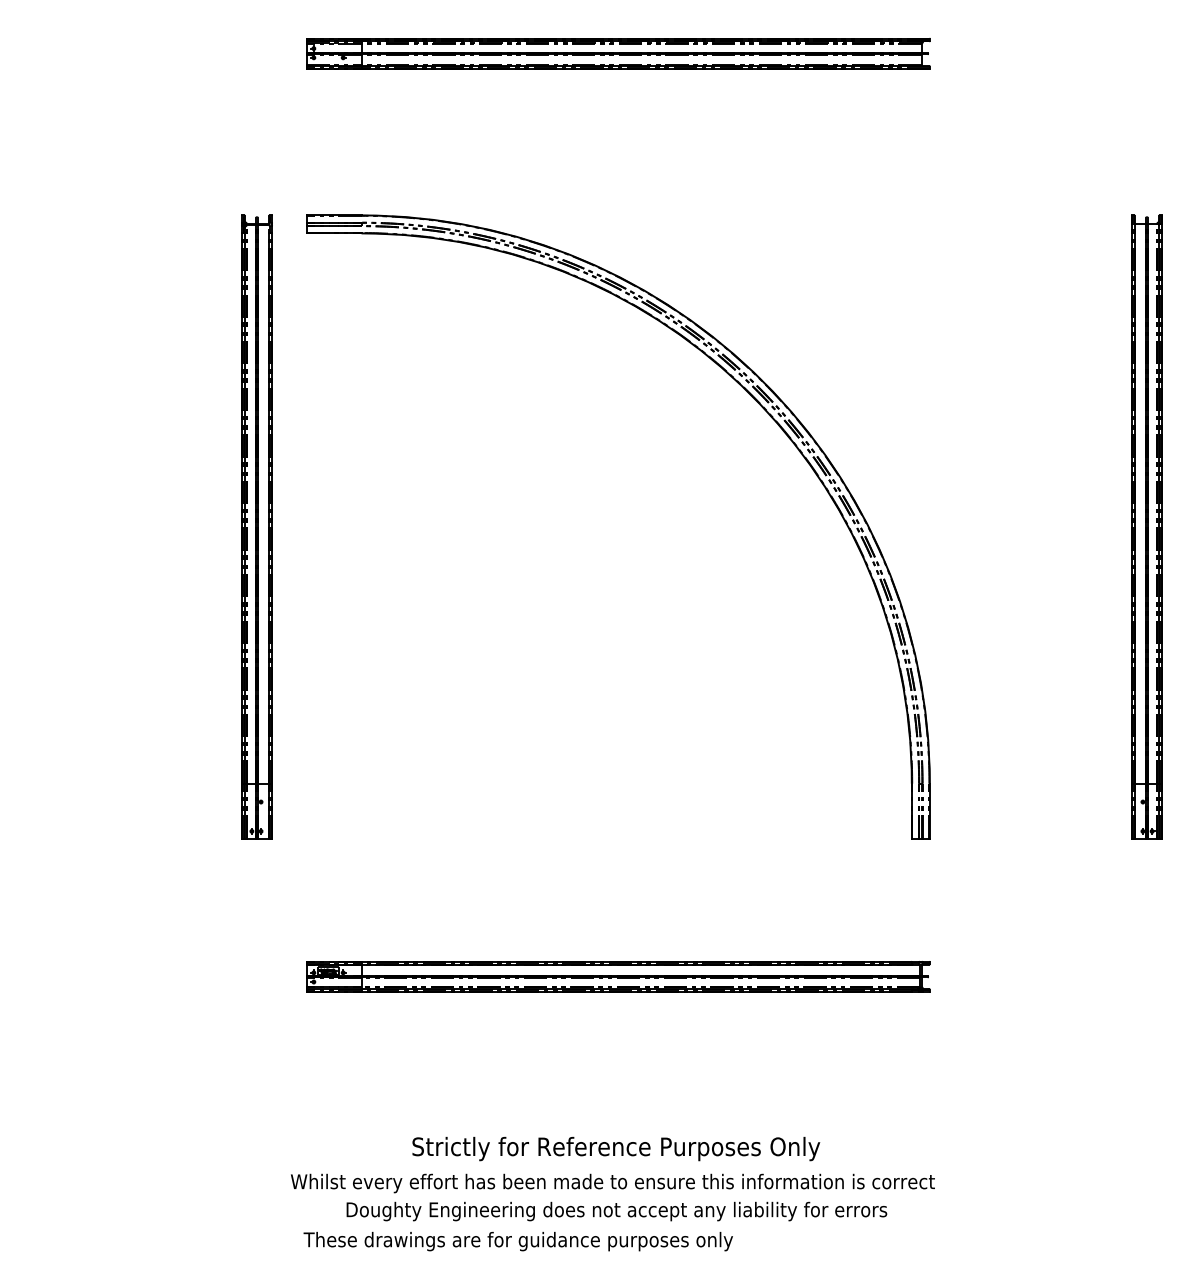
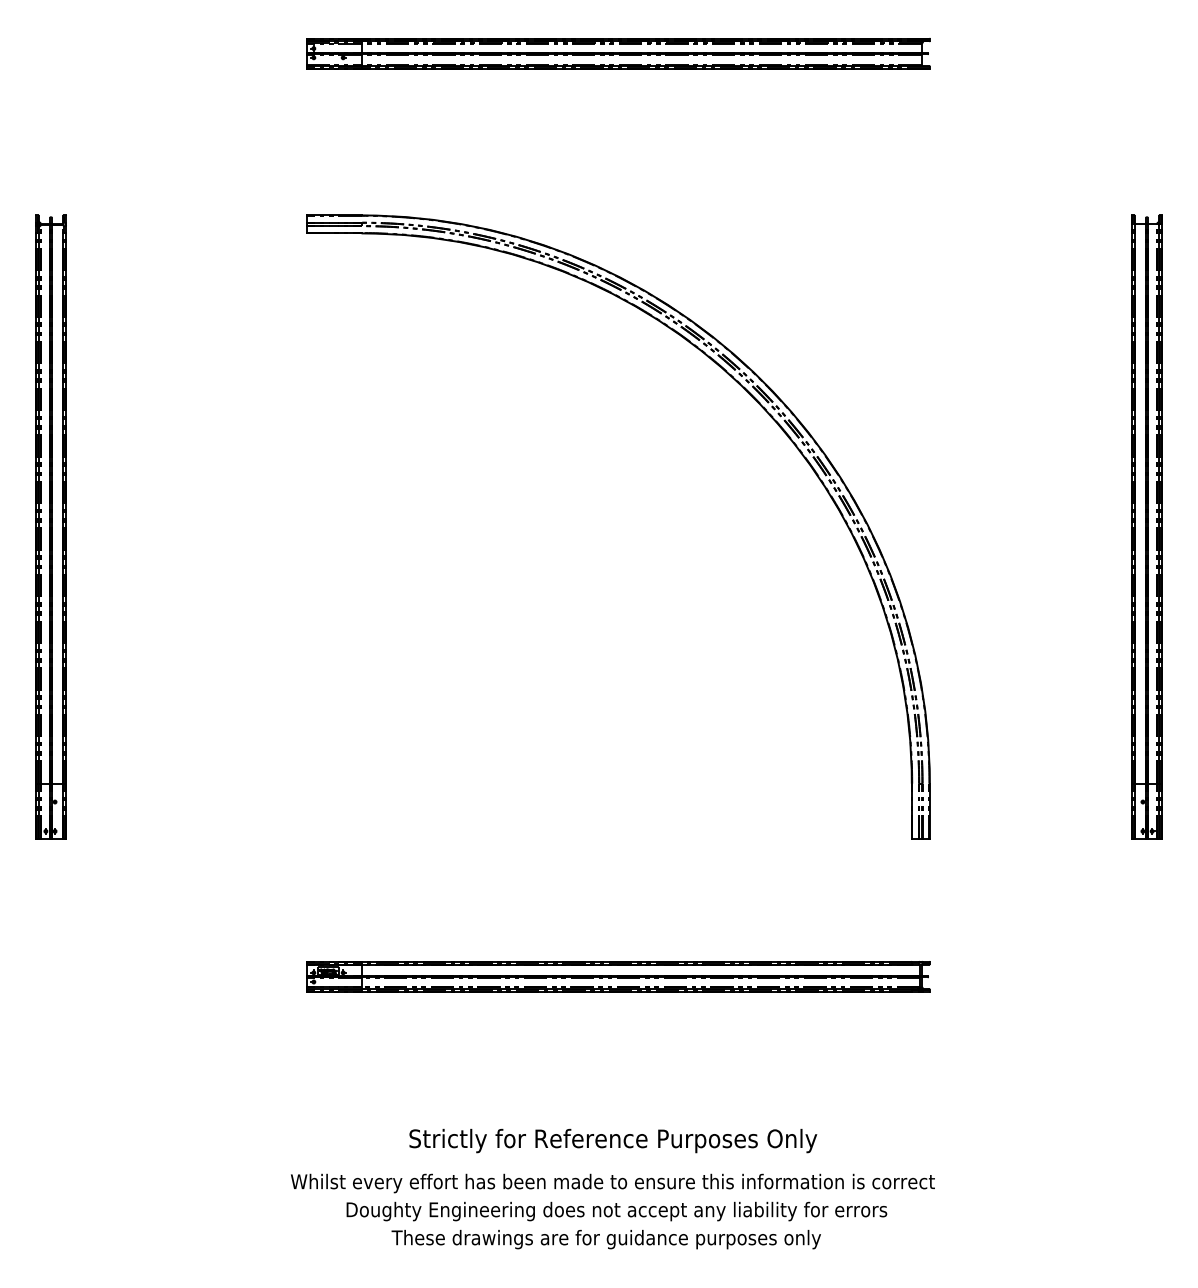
part at (256, 526) position: (256, 526) -> (50, 526)
text at (616, 1148) position: (616, 1148) -> (613, 1140)
text at (517, 1241) position: (517, 1241) -> (605, 1239)
